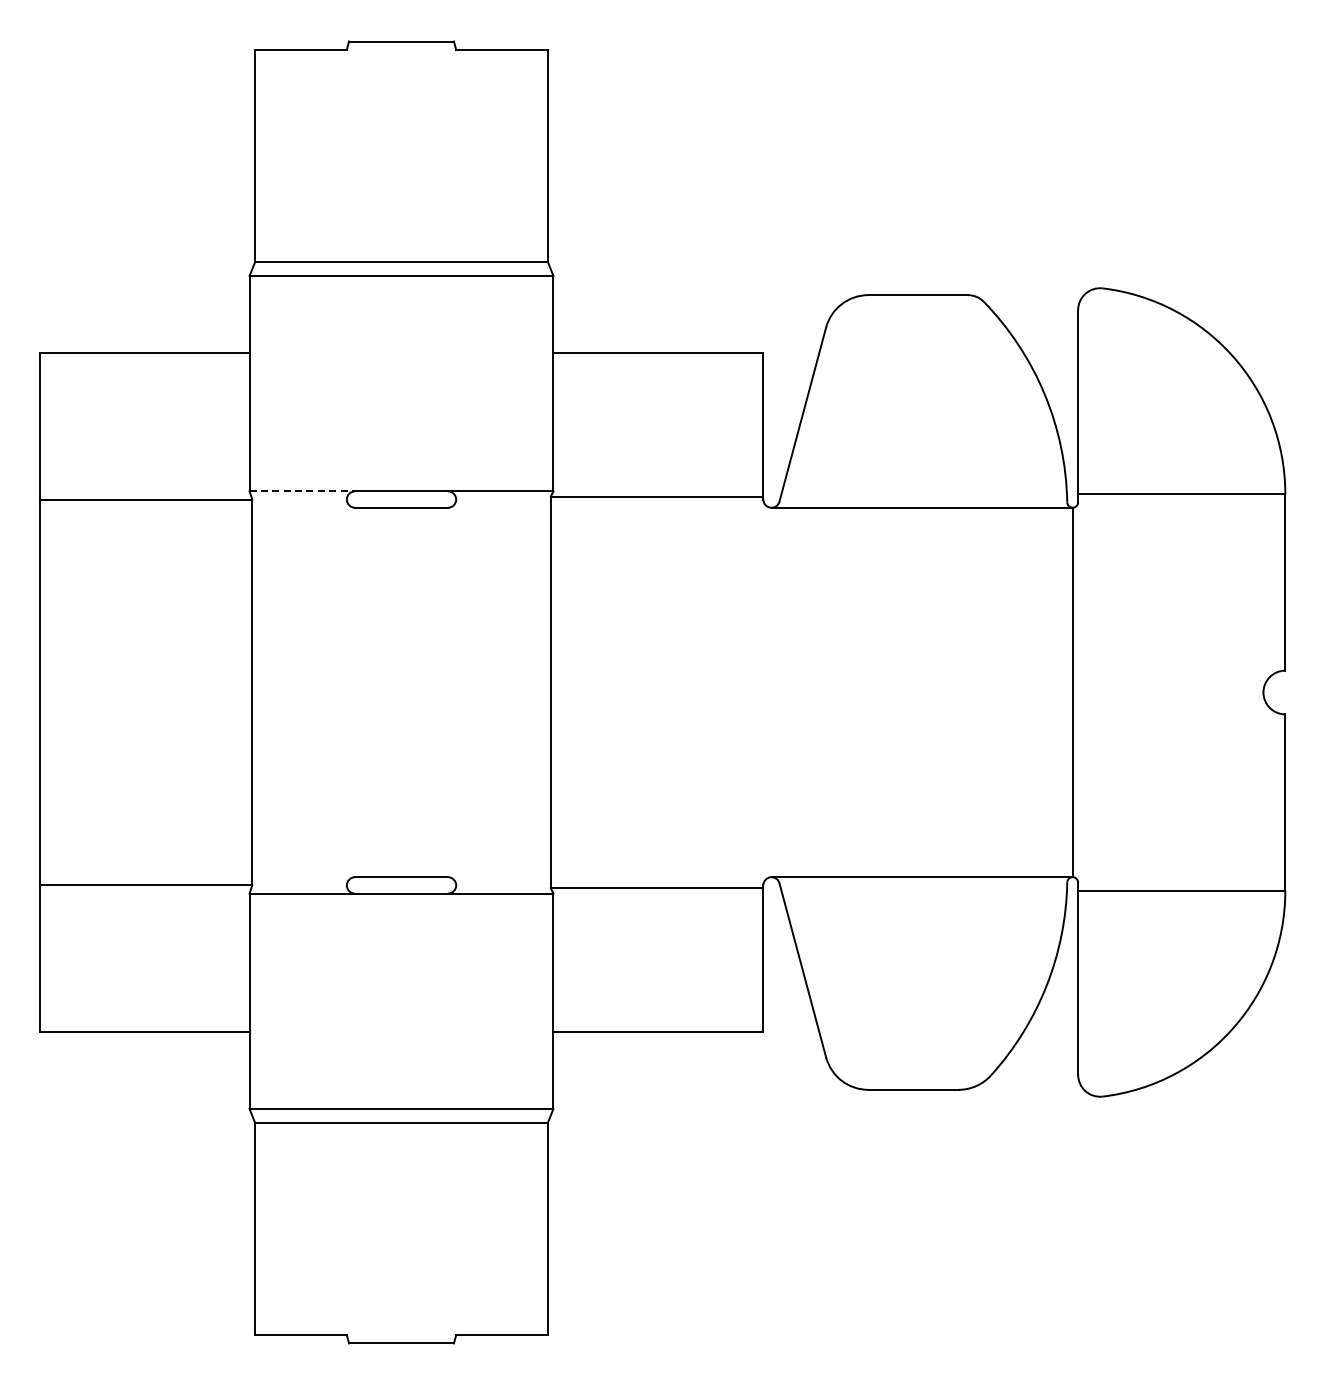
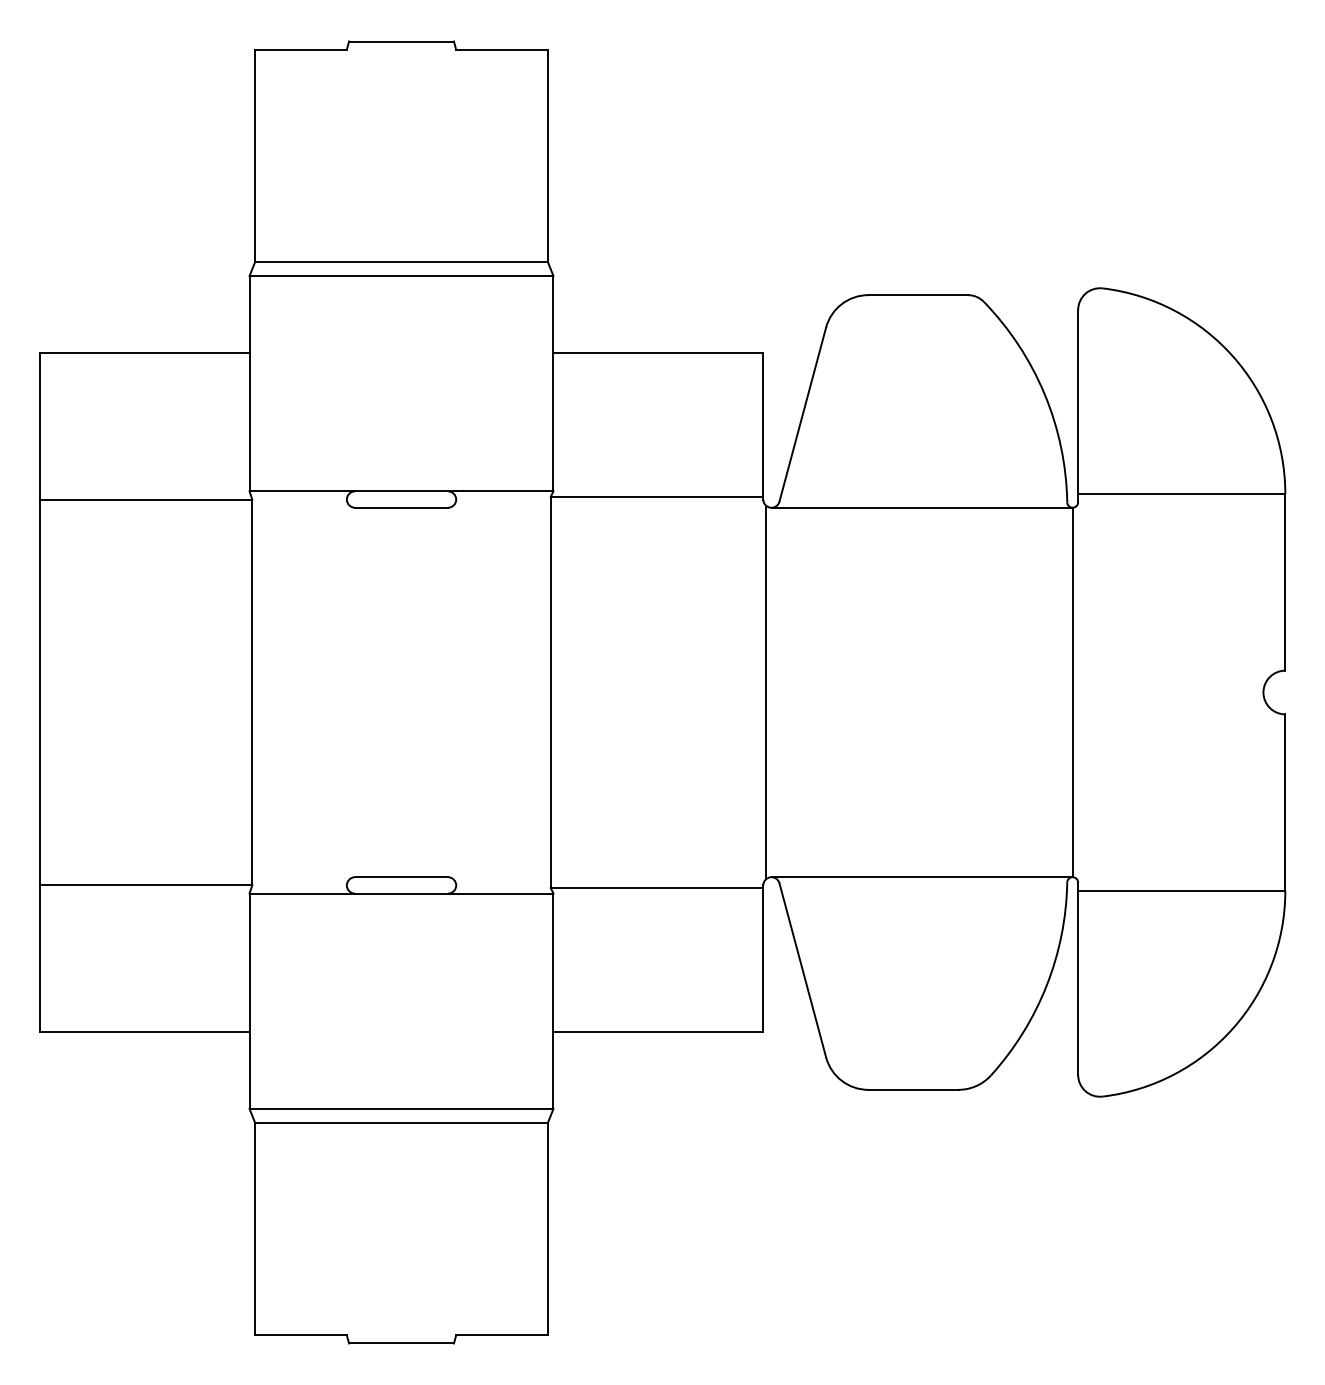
line at (302, 491): dashed -> solid
line at (766, 692): none -> present
